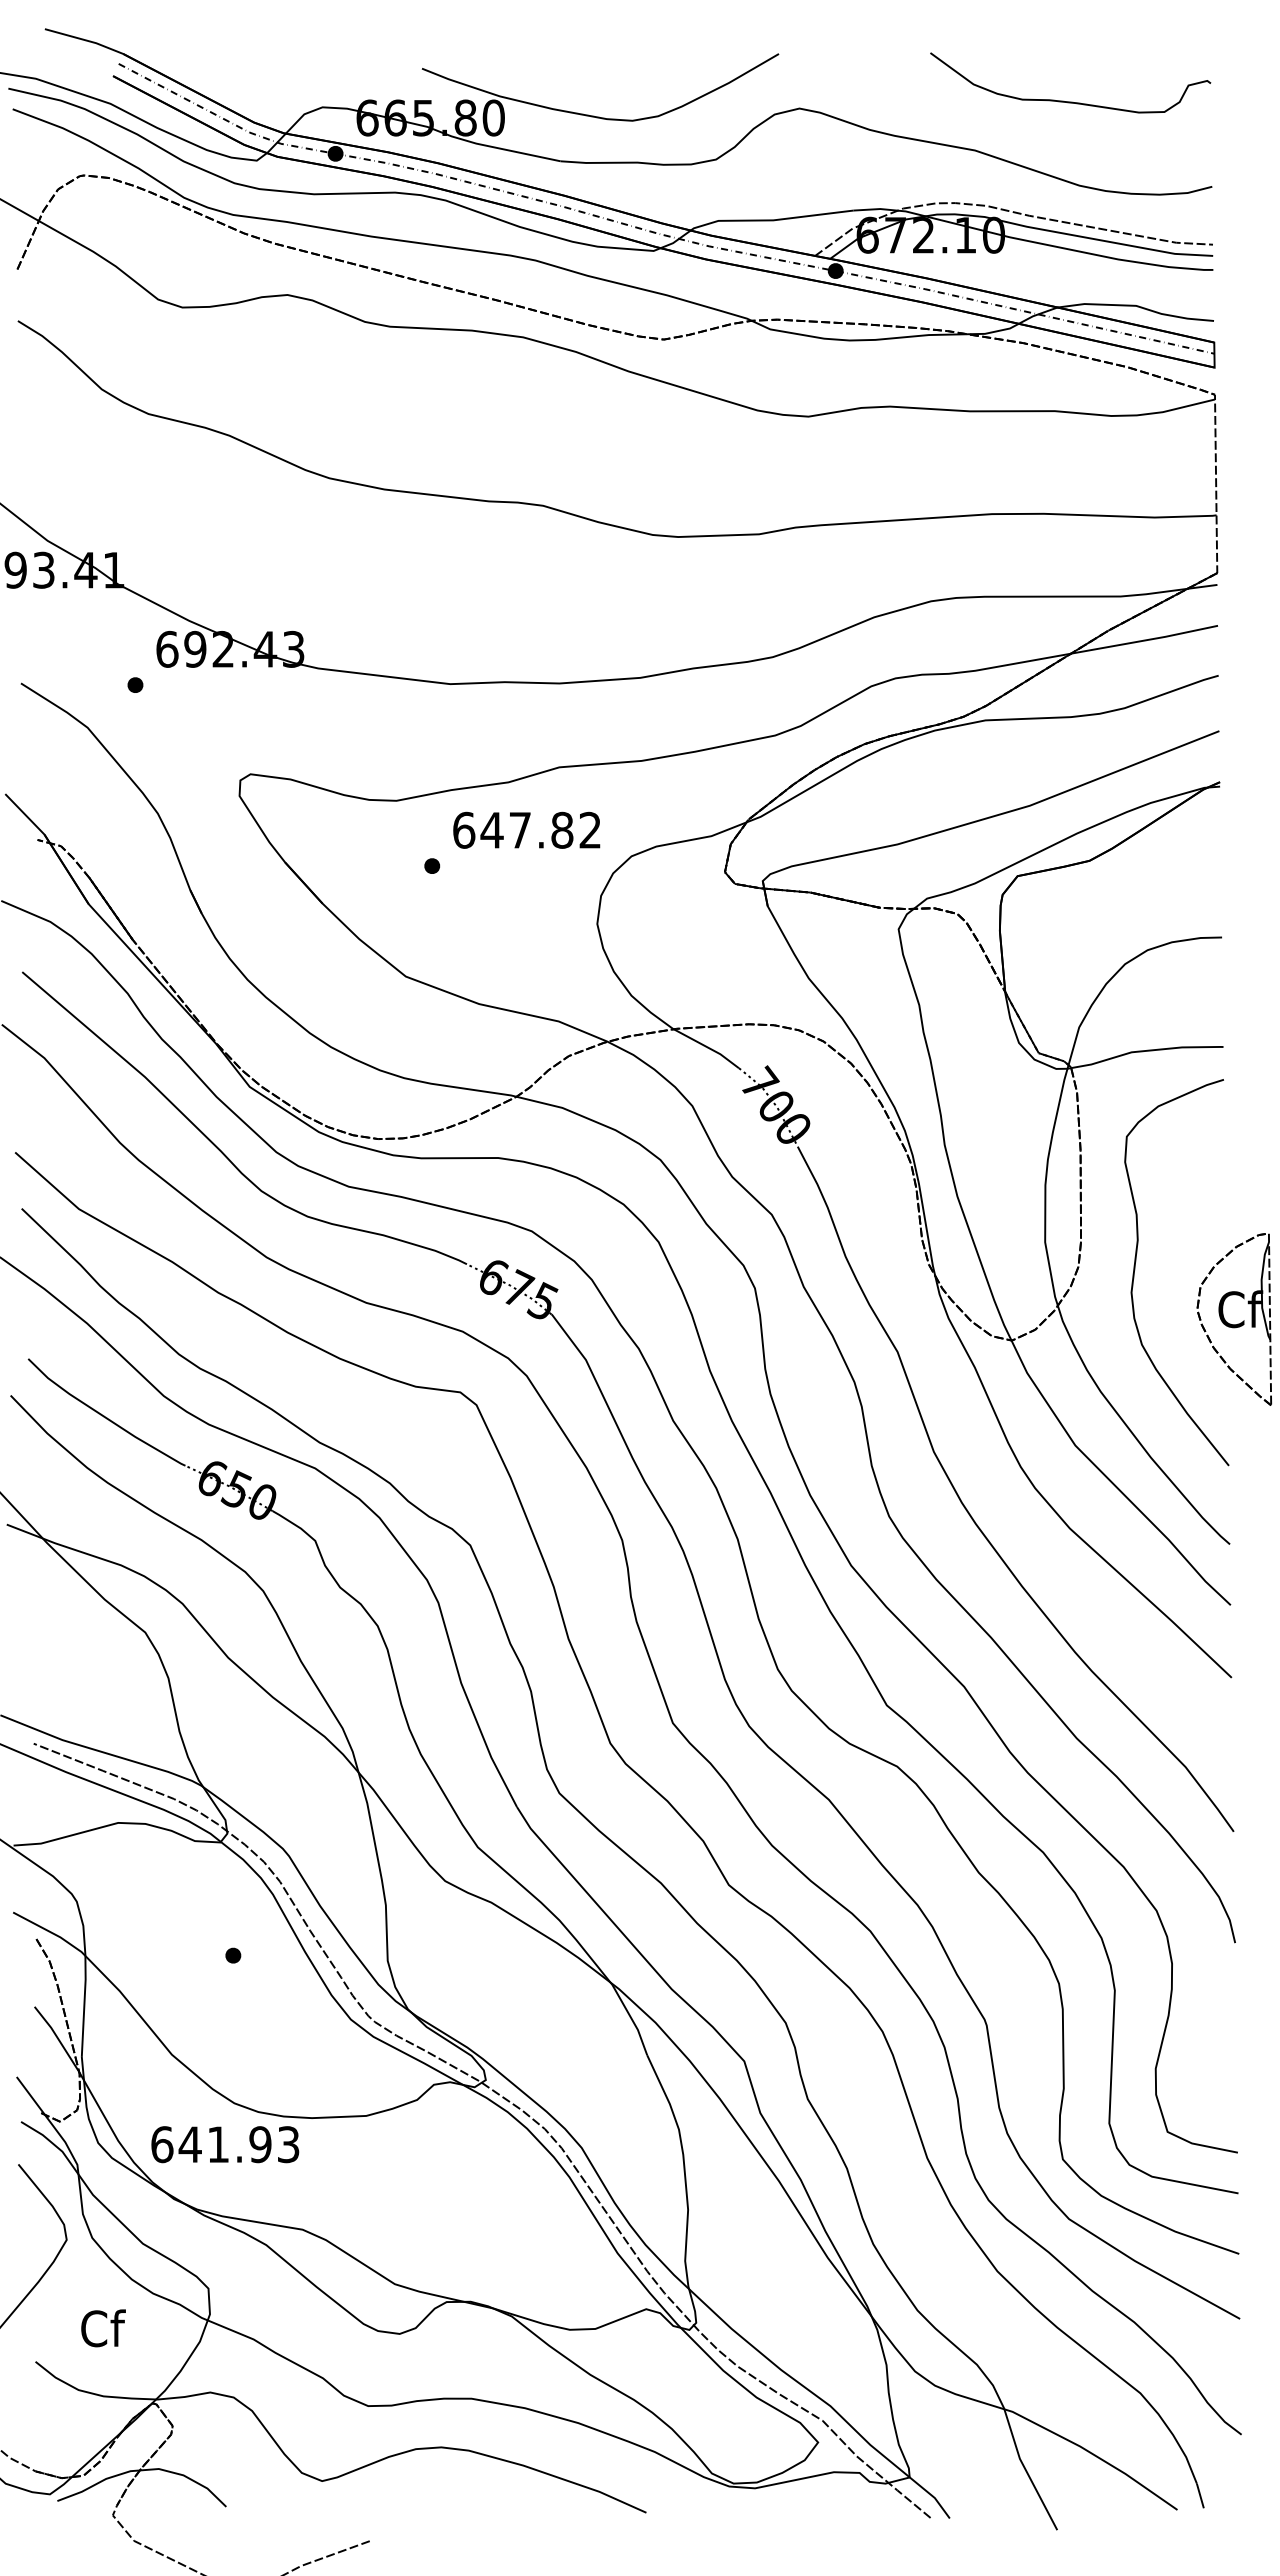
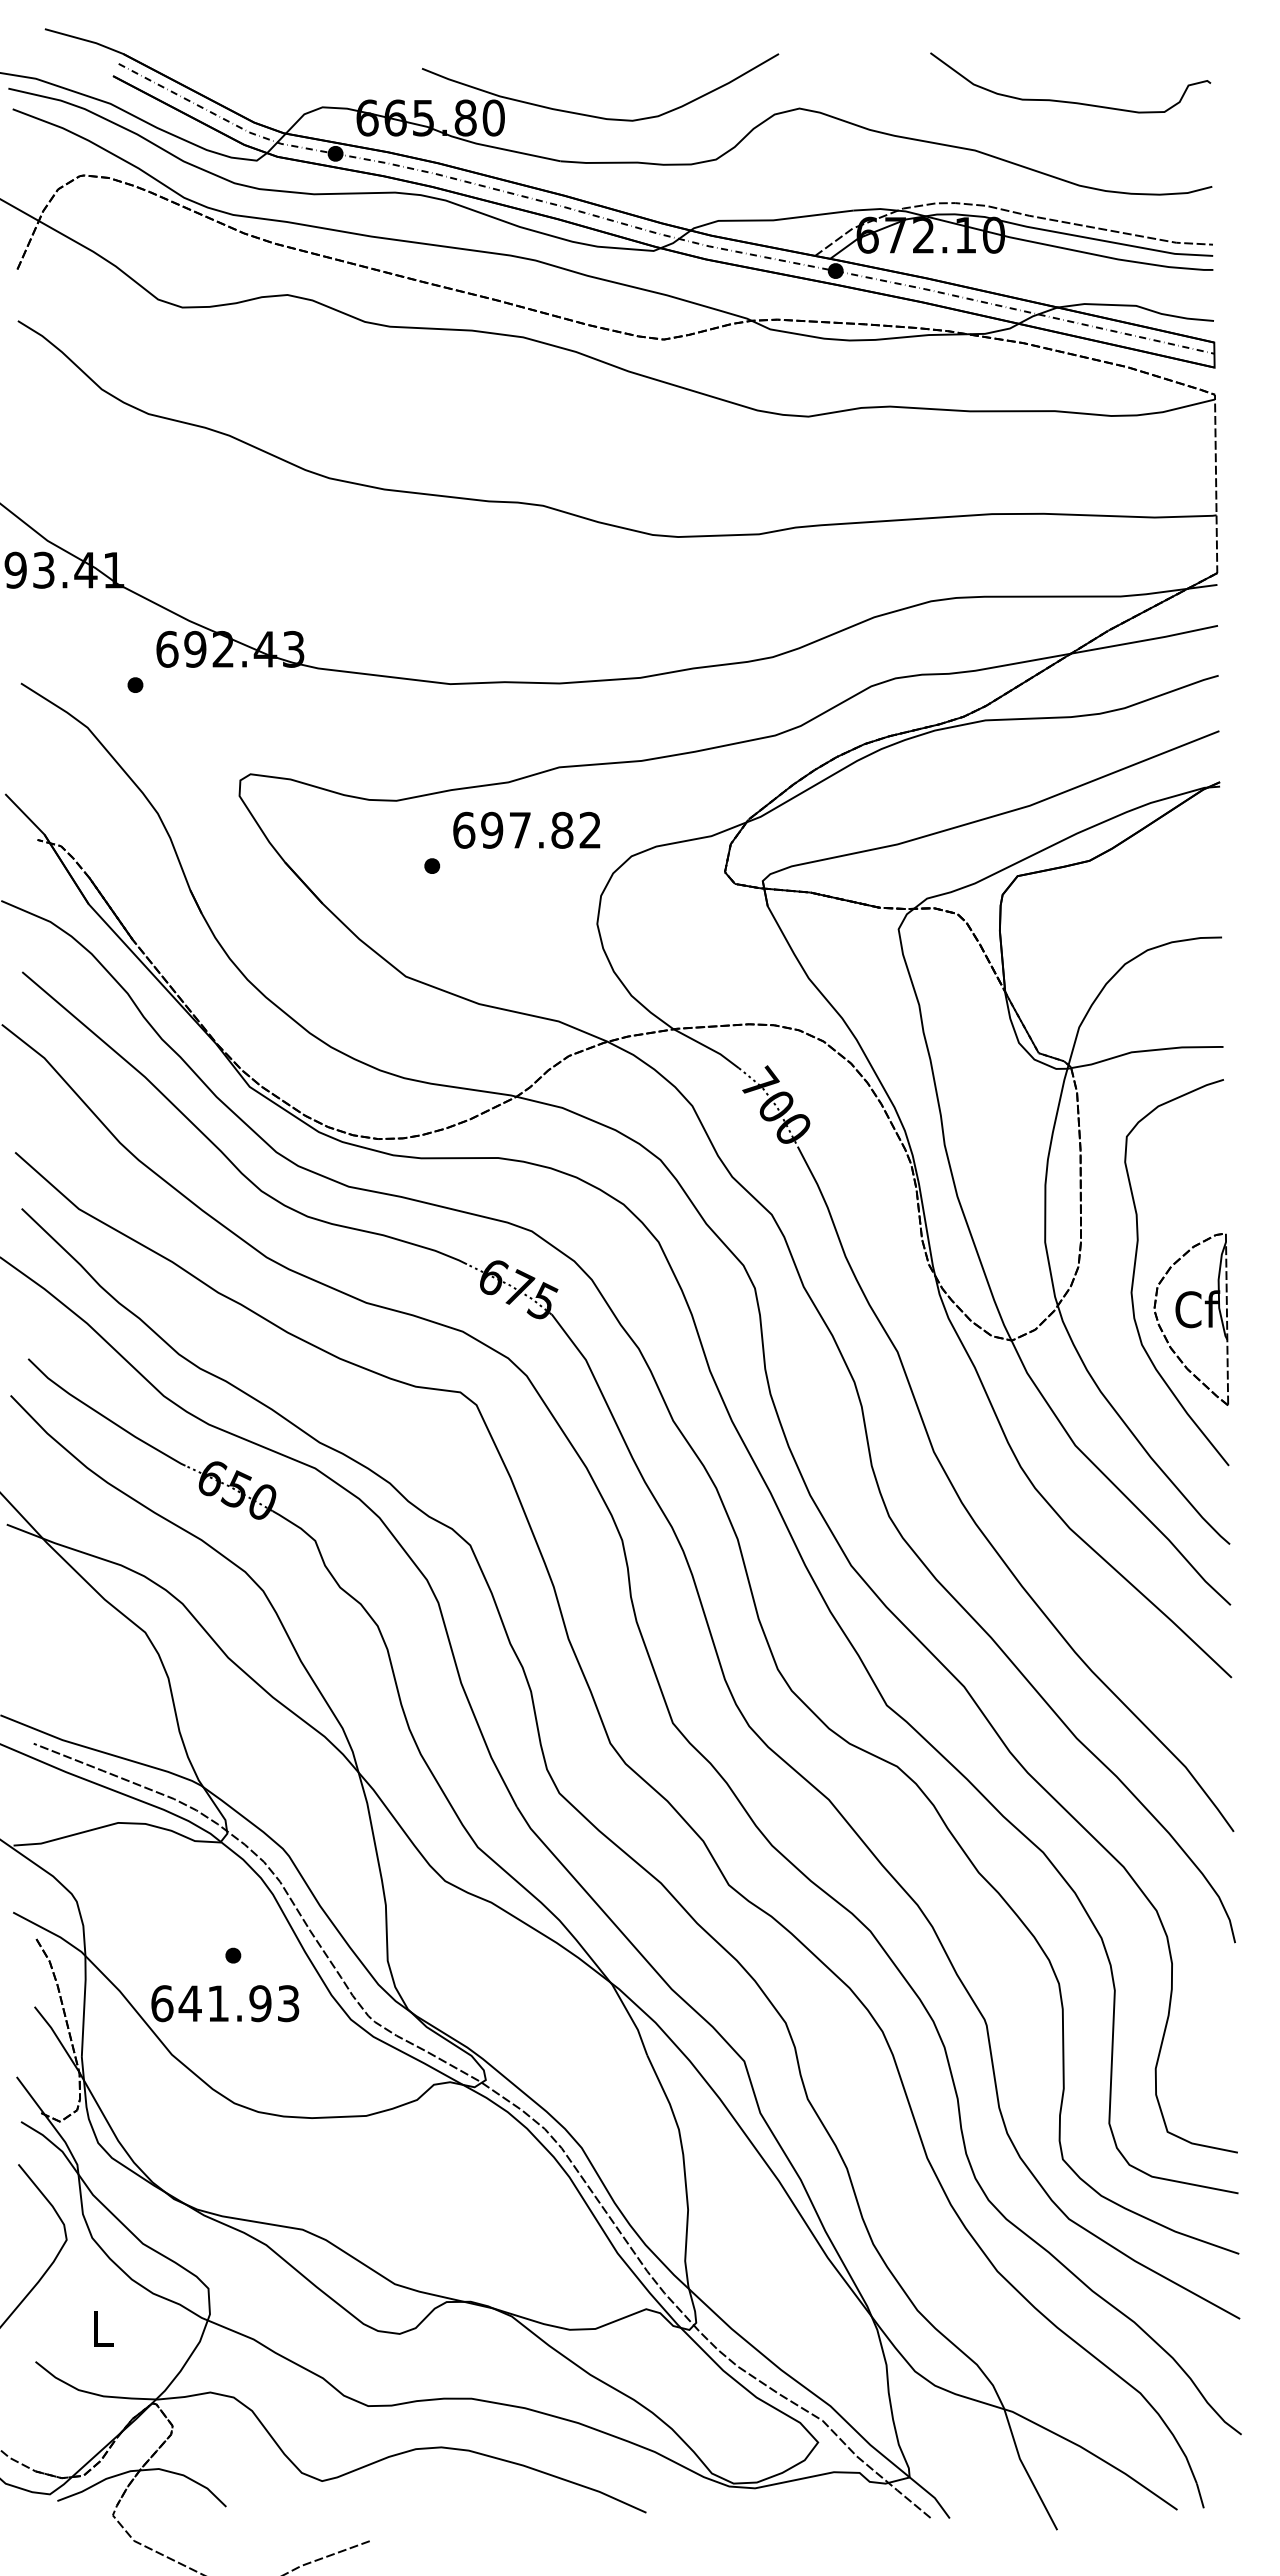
text at (491, 829): 647.82 -> 697.82
part at (1234, 1319) position: (1234, 1319) -> (1191, 1319)
text at (225, 2144) position: (225, 2144) -> (225, 2003)
text at (103, 2328): Cf -> L
